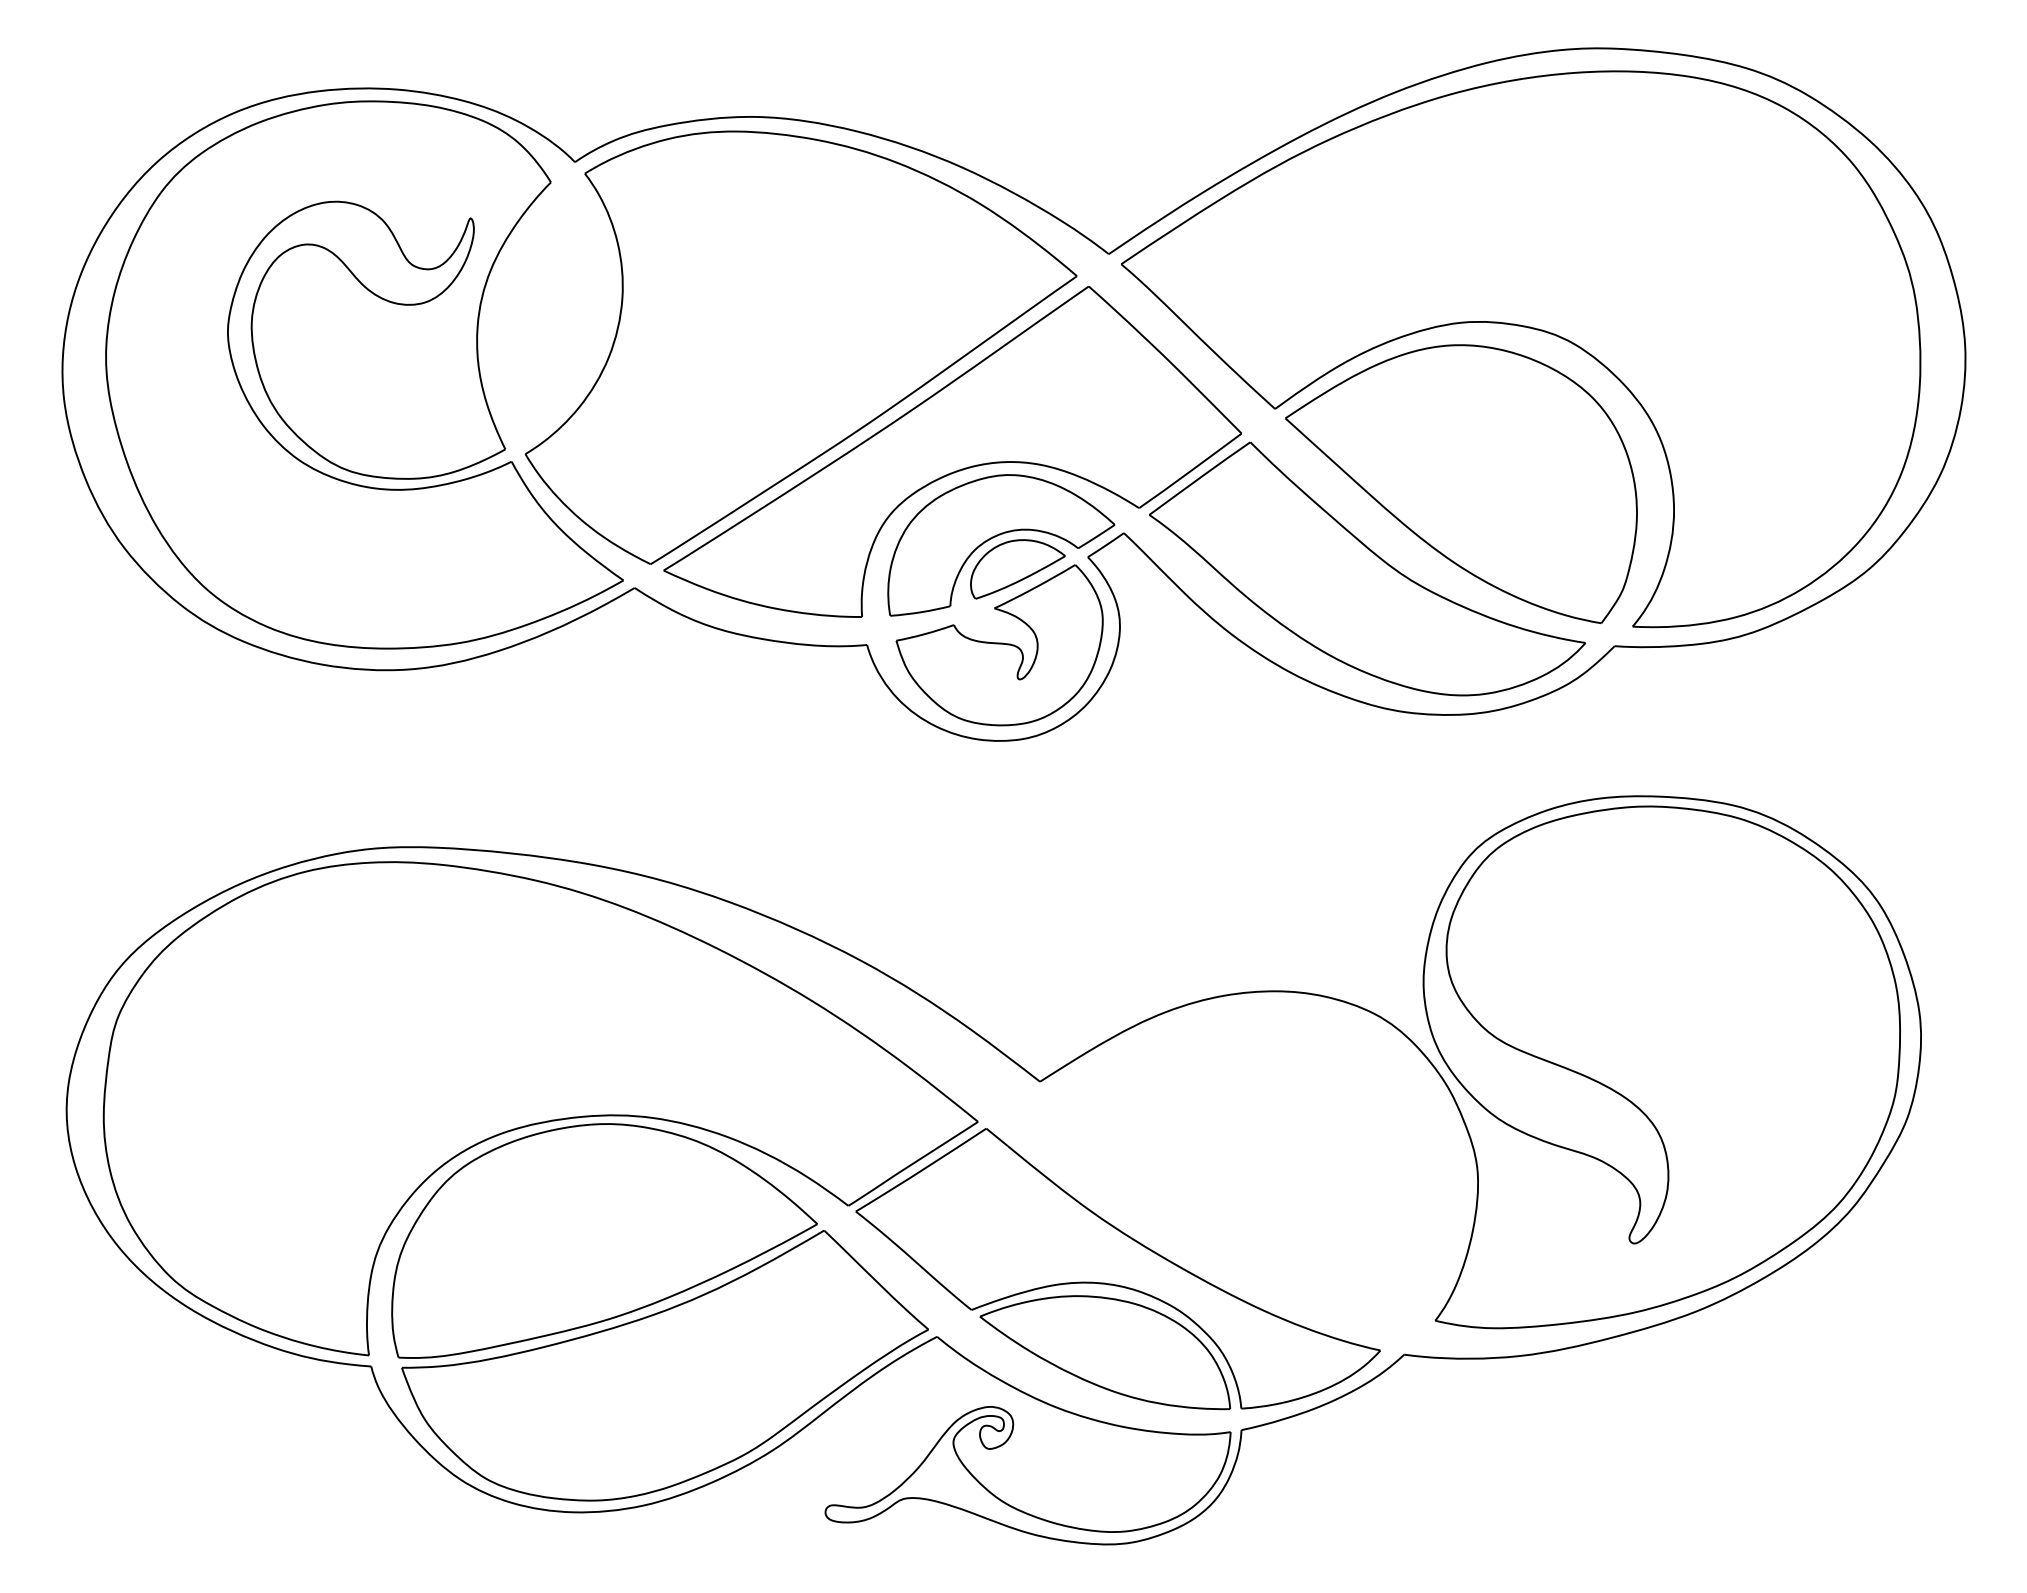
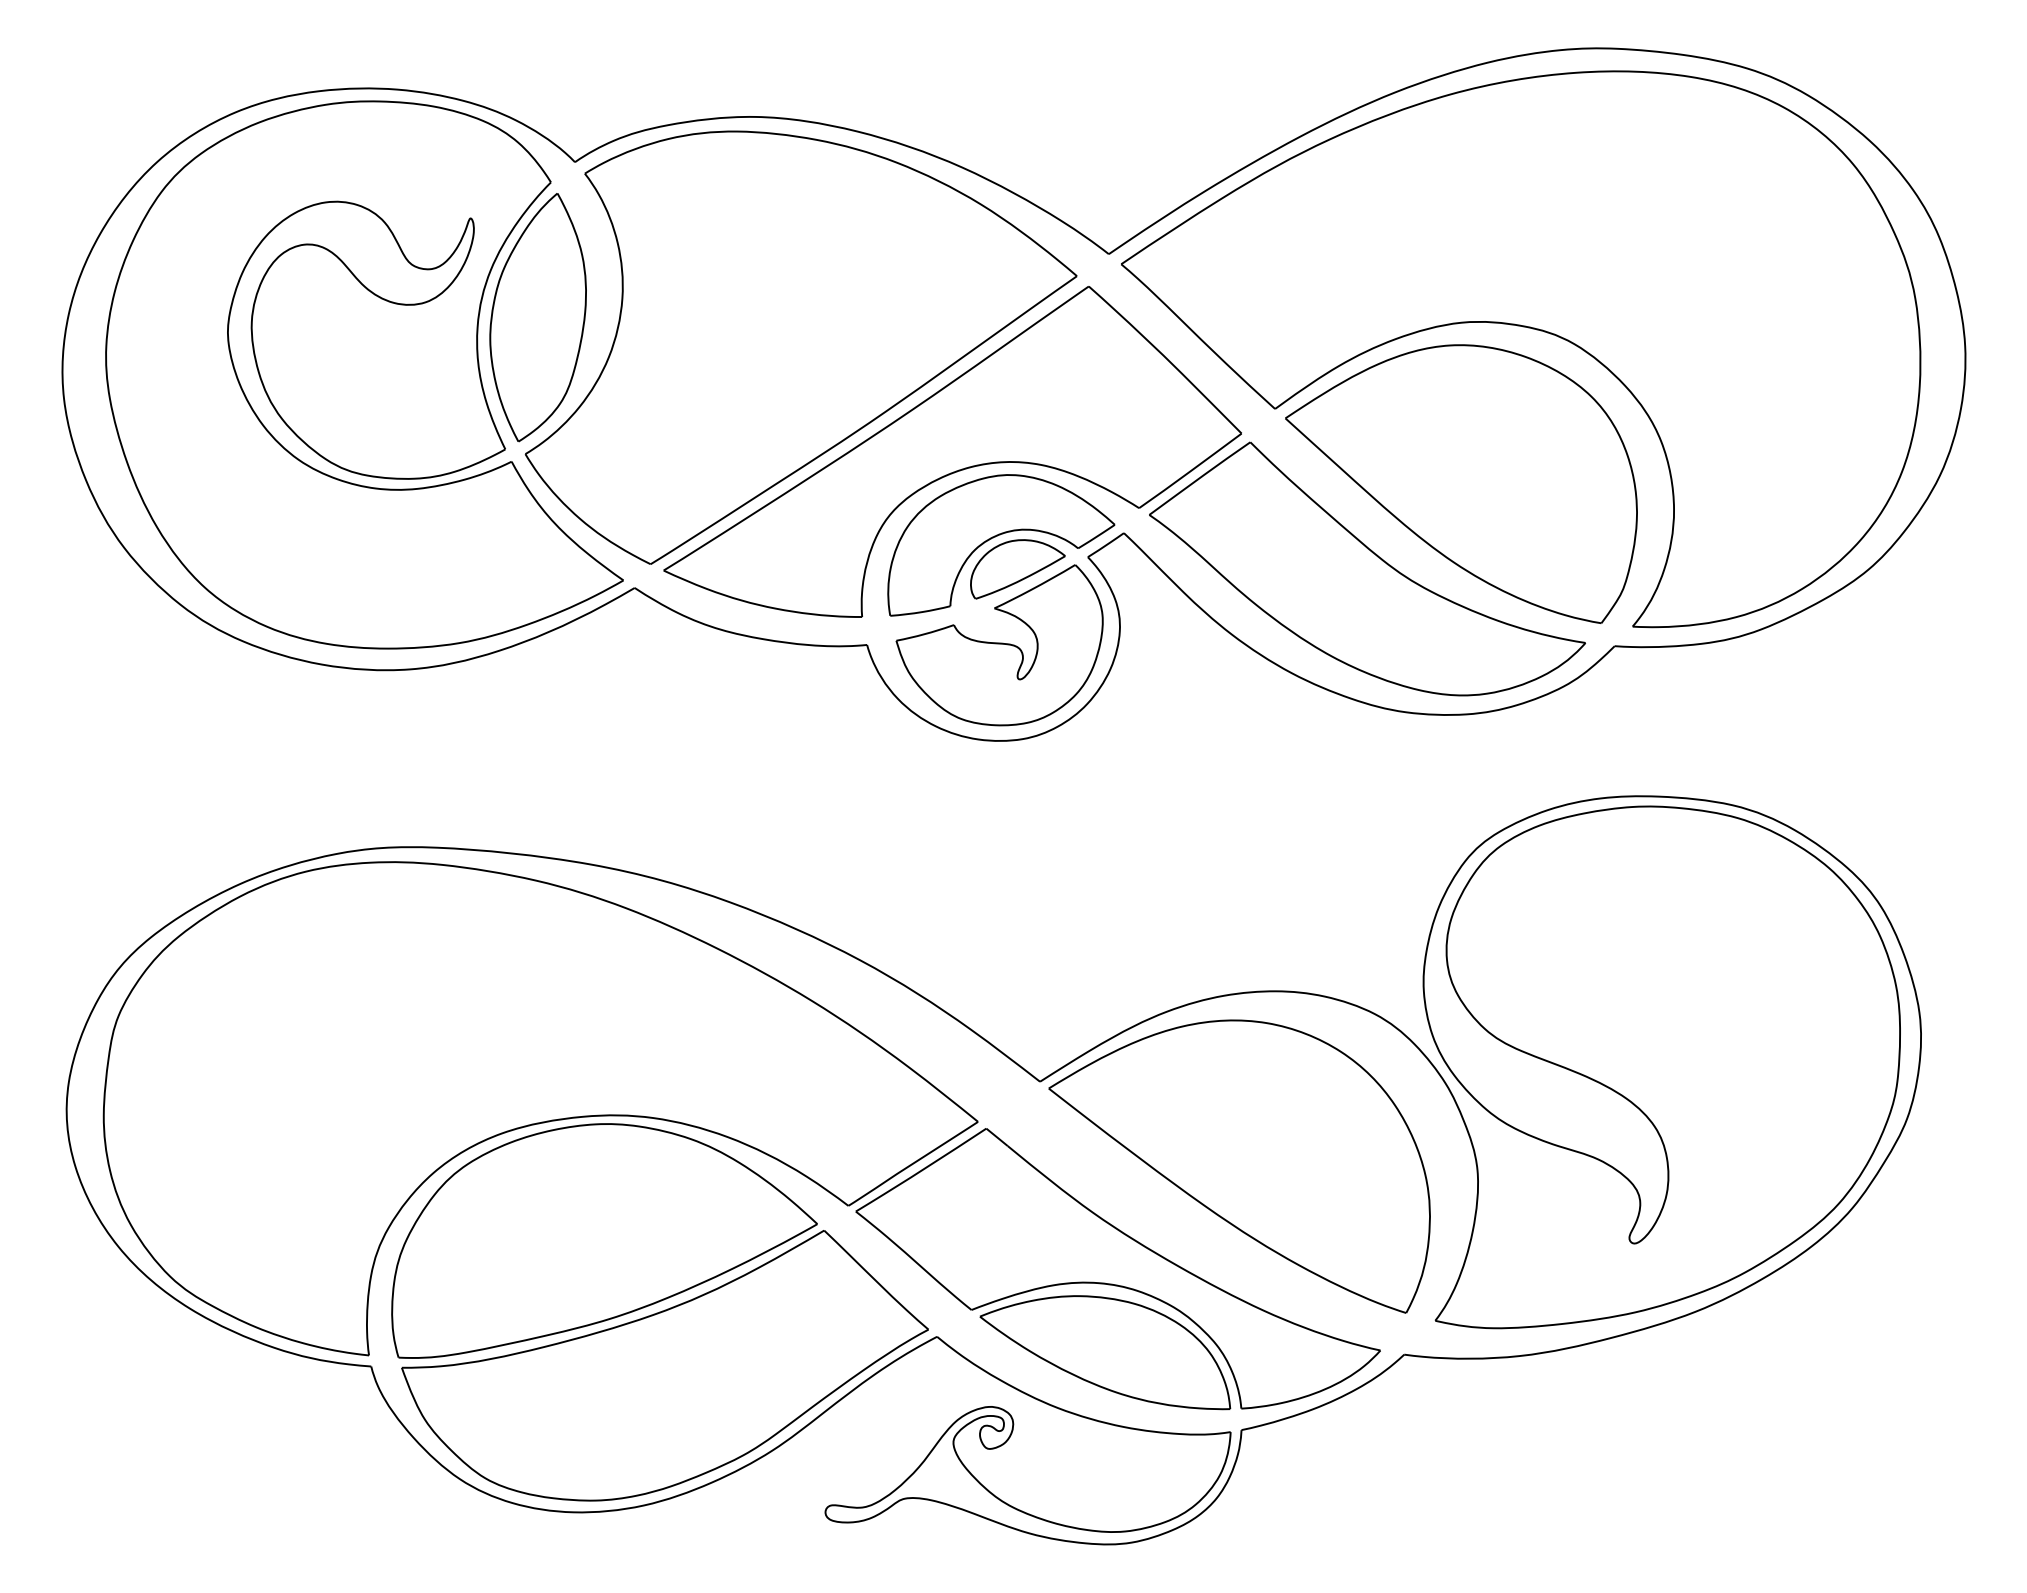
part at (537, 317): none -> present
part at (1239, 1166): none -> present
